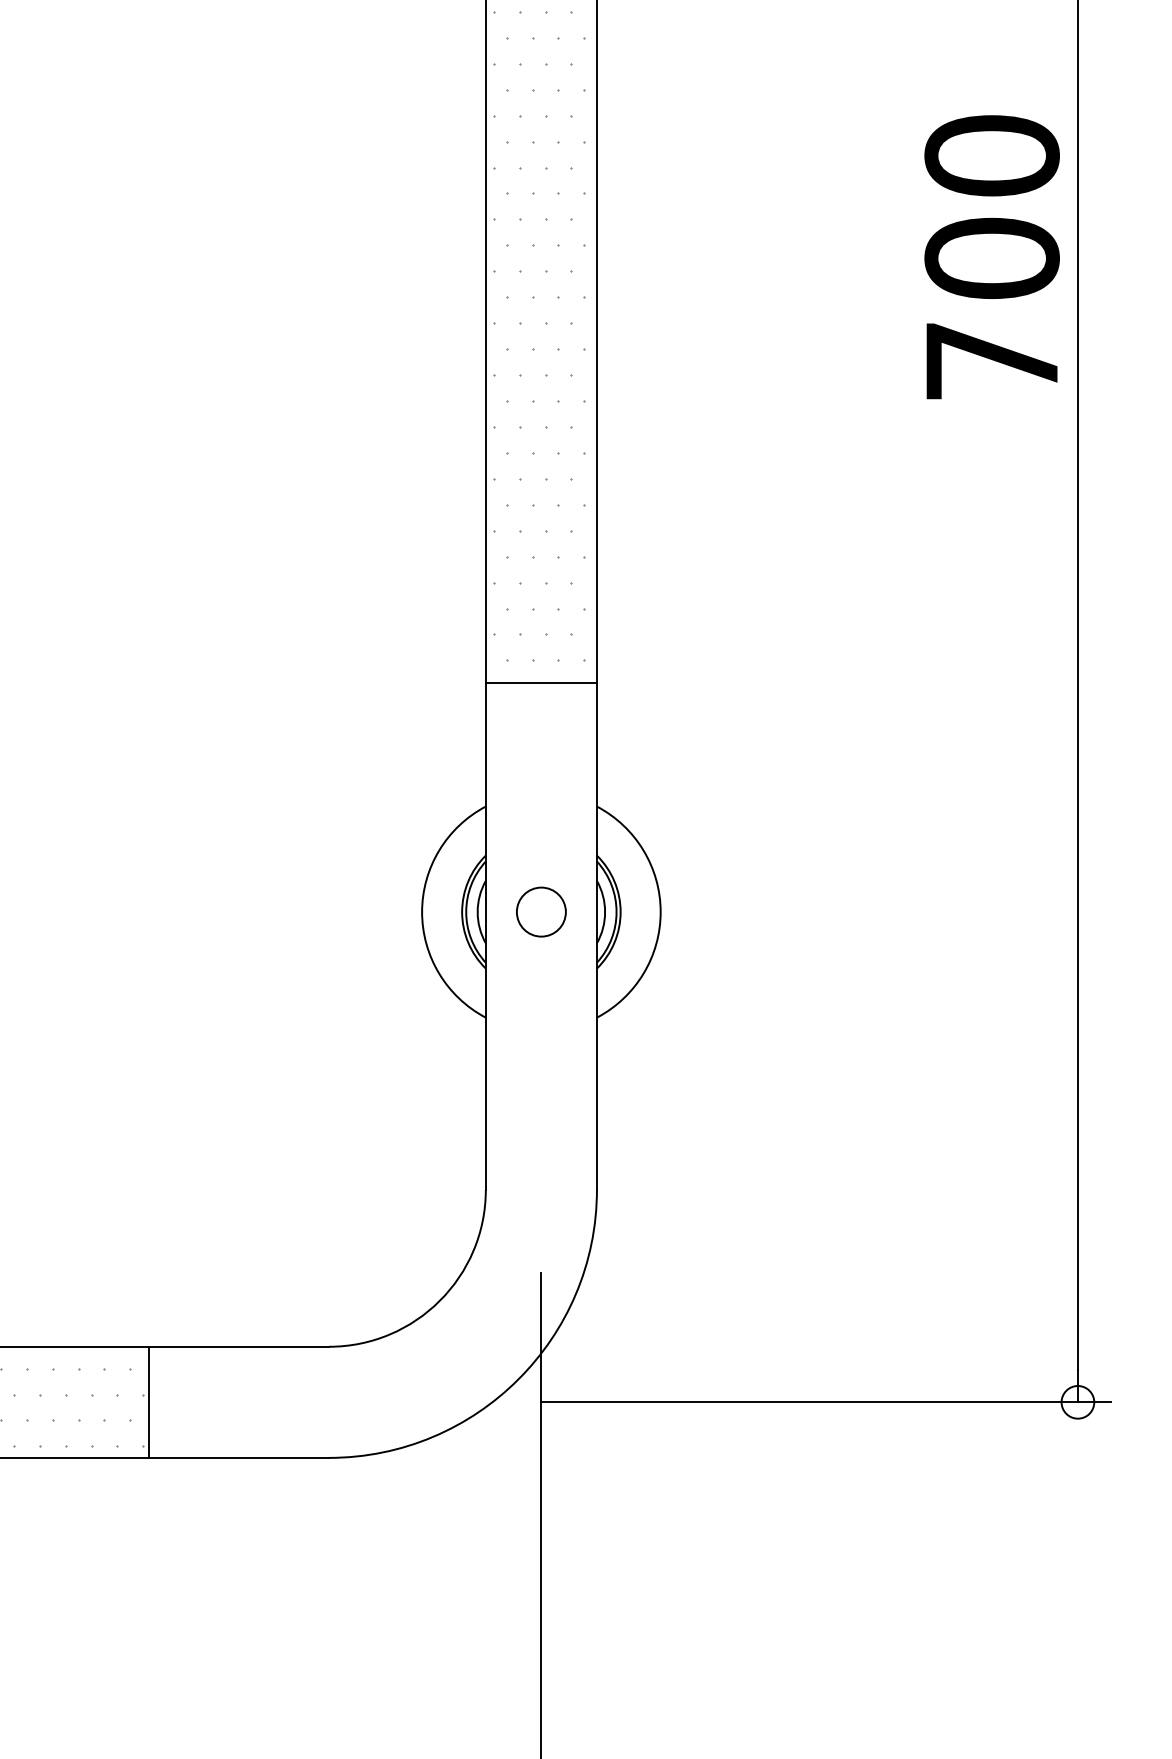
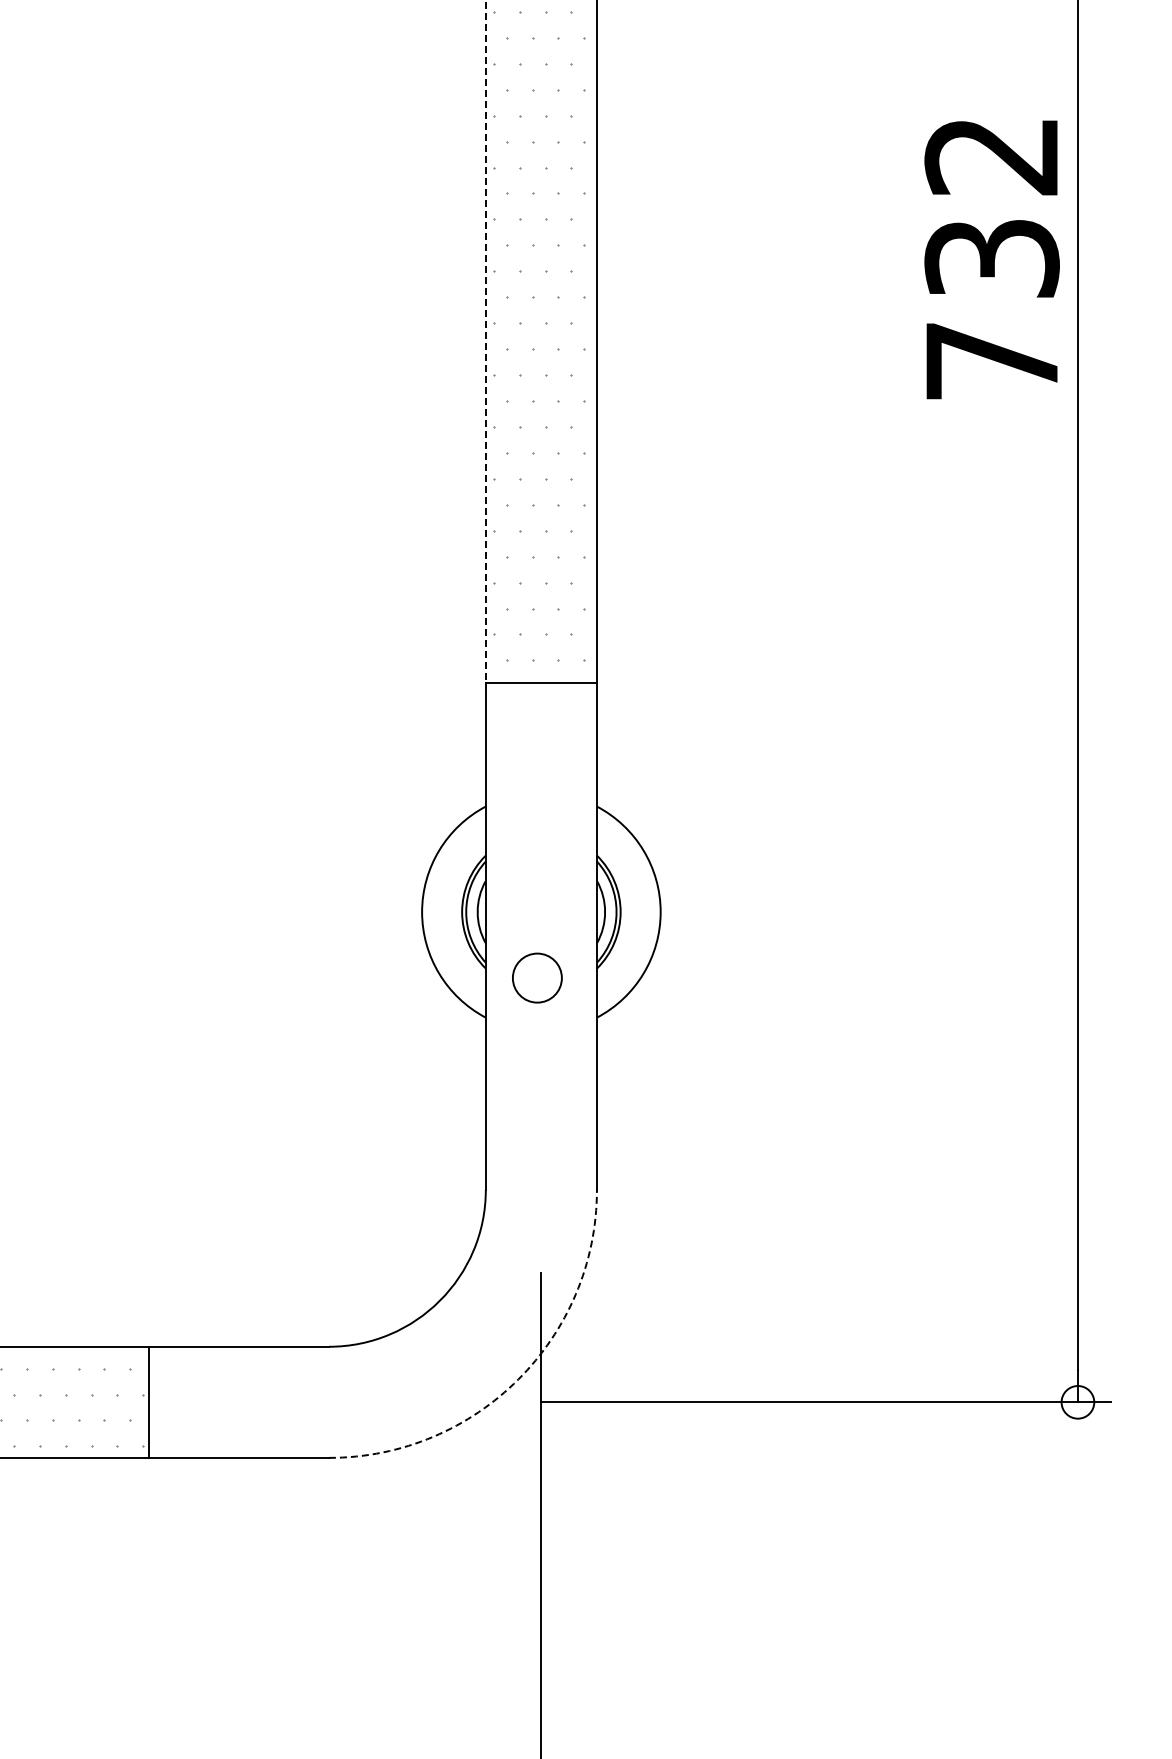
text at (991, 207): 700 -> 732
line at (485, 342): solid -> dashed
circle at (541, 911) position: (541, 911) -> (537, 977)
arc at (518, 1379): solid -> dashed
